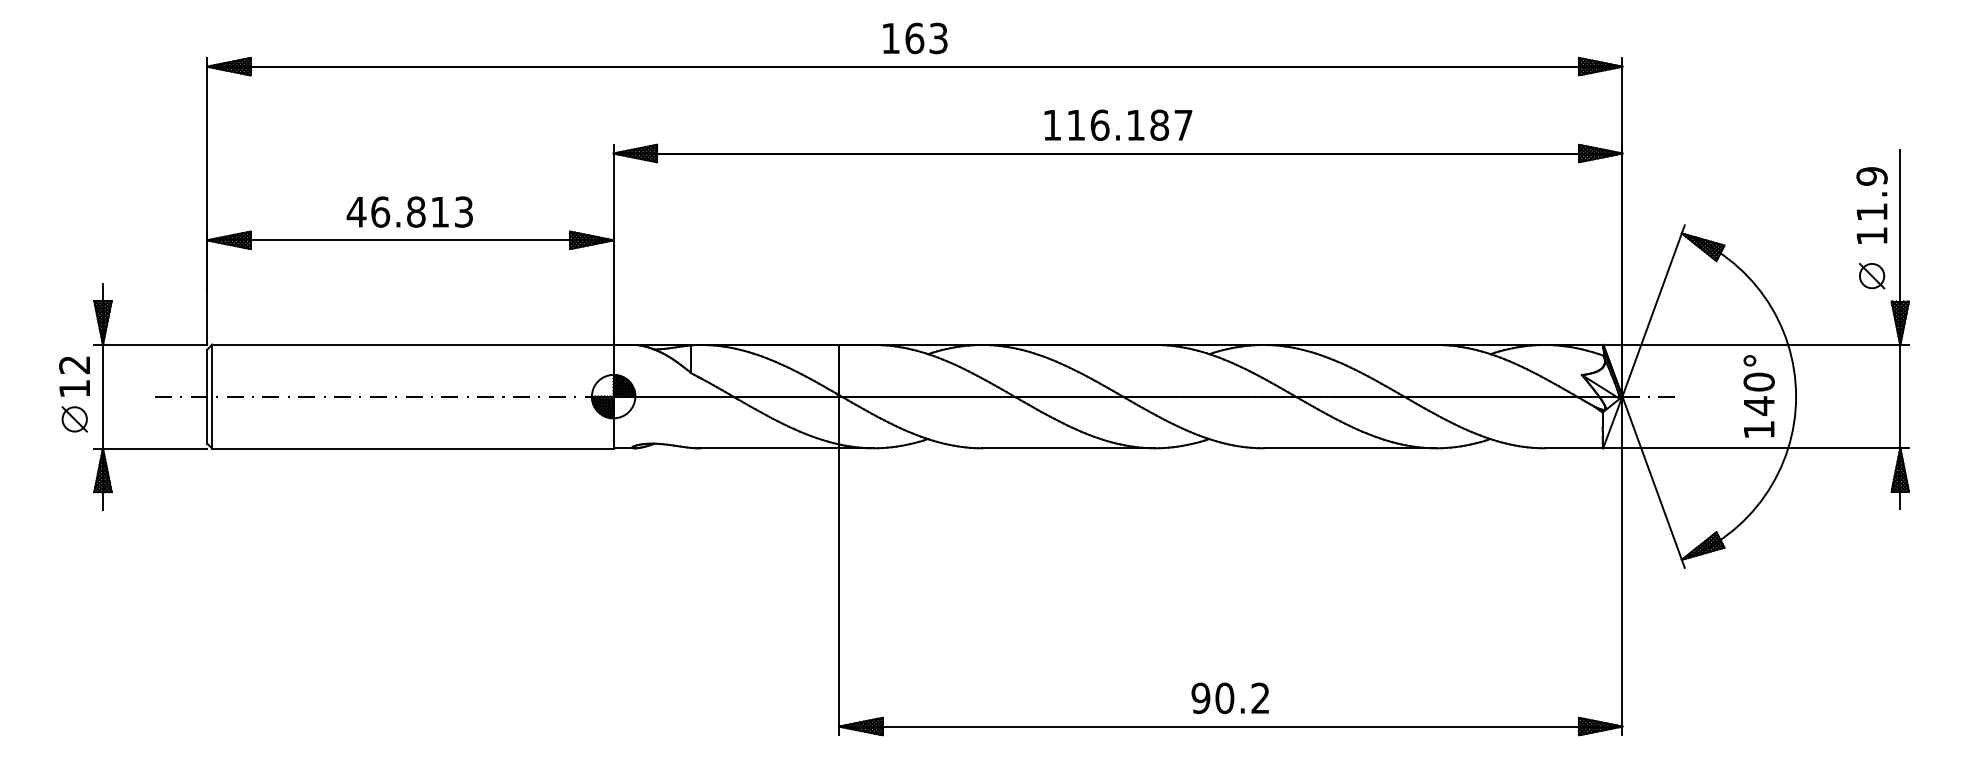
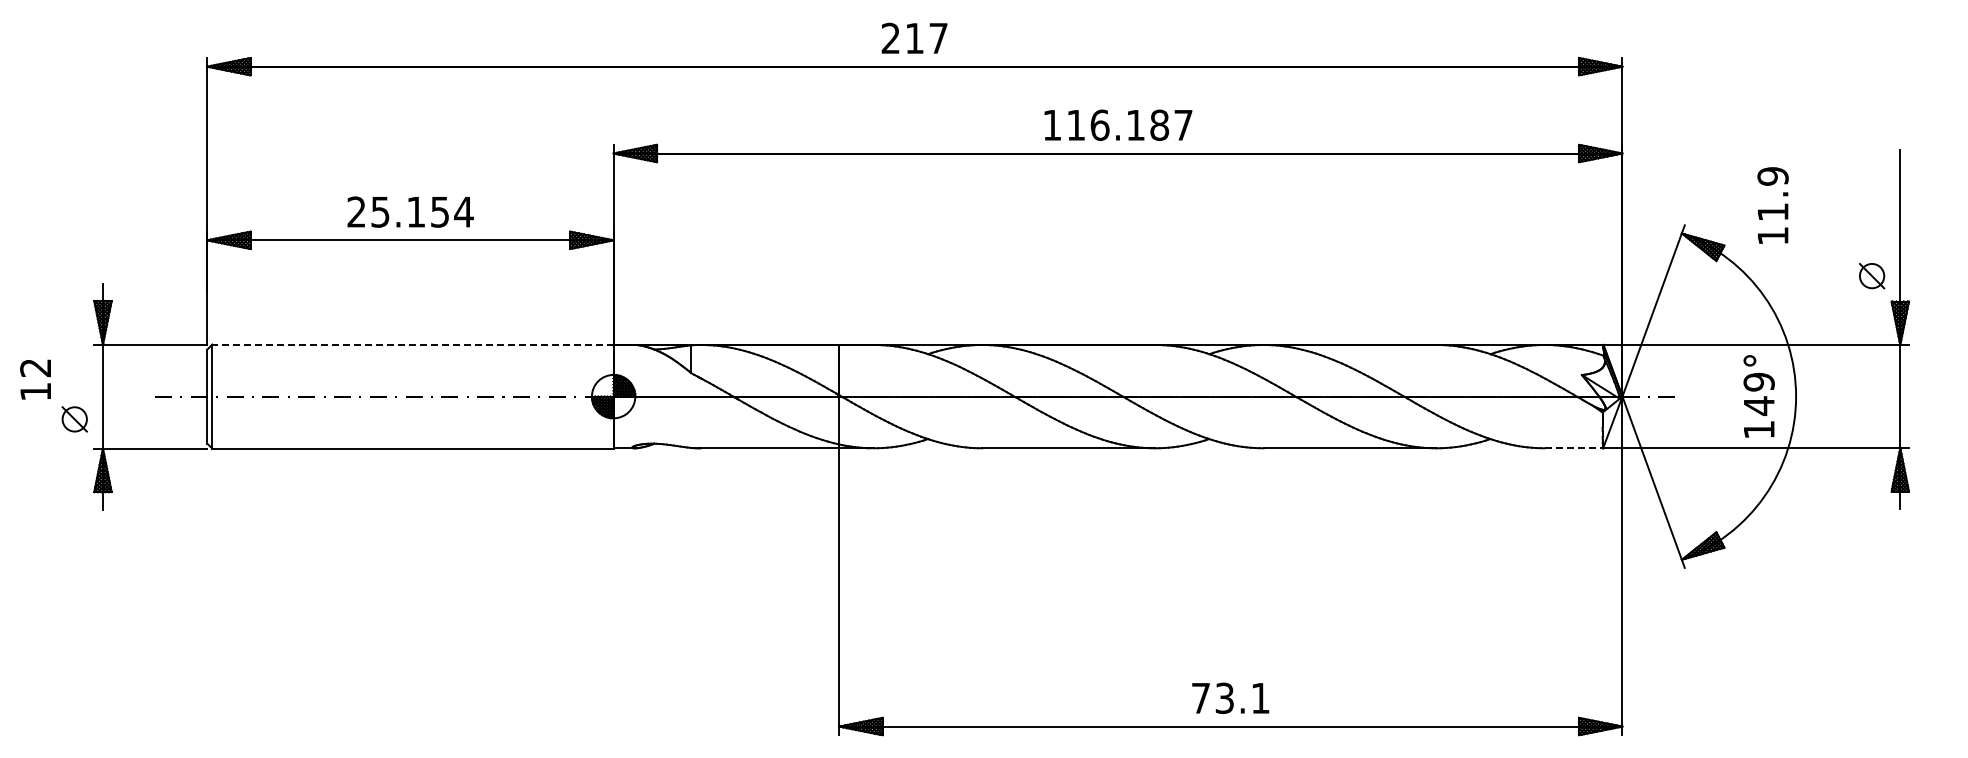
text at (914, 38): 163 -> 217
text at (1871, 205) position: (1871, 205) -> (1772, 205)
text at (409, 211): 46.813 -> 25.154
line at (413, 344): solid -> dashed
text at (74, 376) position: (74, 376) -> (35, 379)
text at (1758, 381): 140° -> 149°
line at (1574, 448): solid -> dashed
text at (1230, 698): 90.2 -> 73.1
